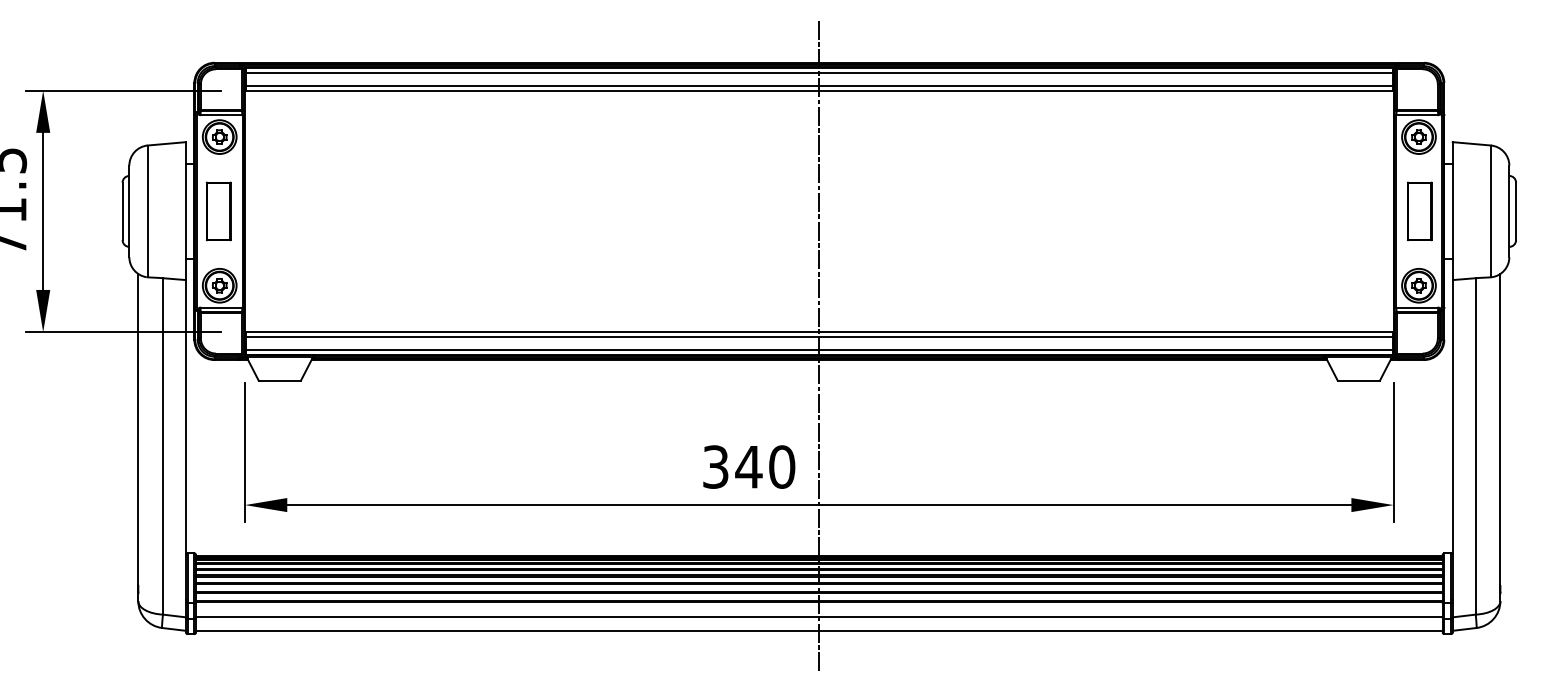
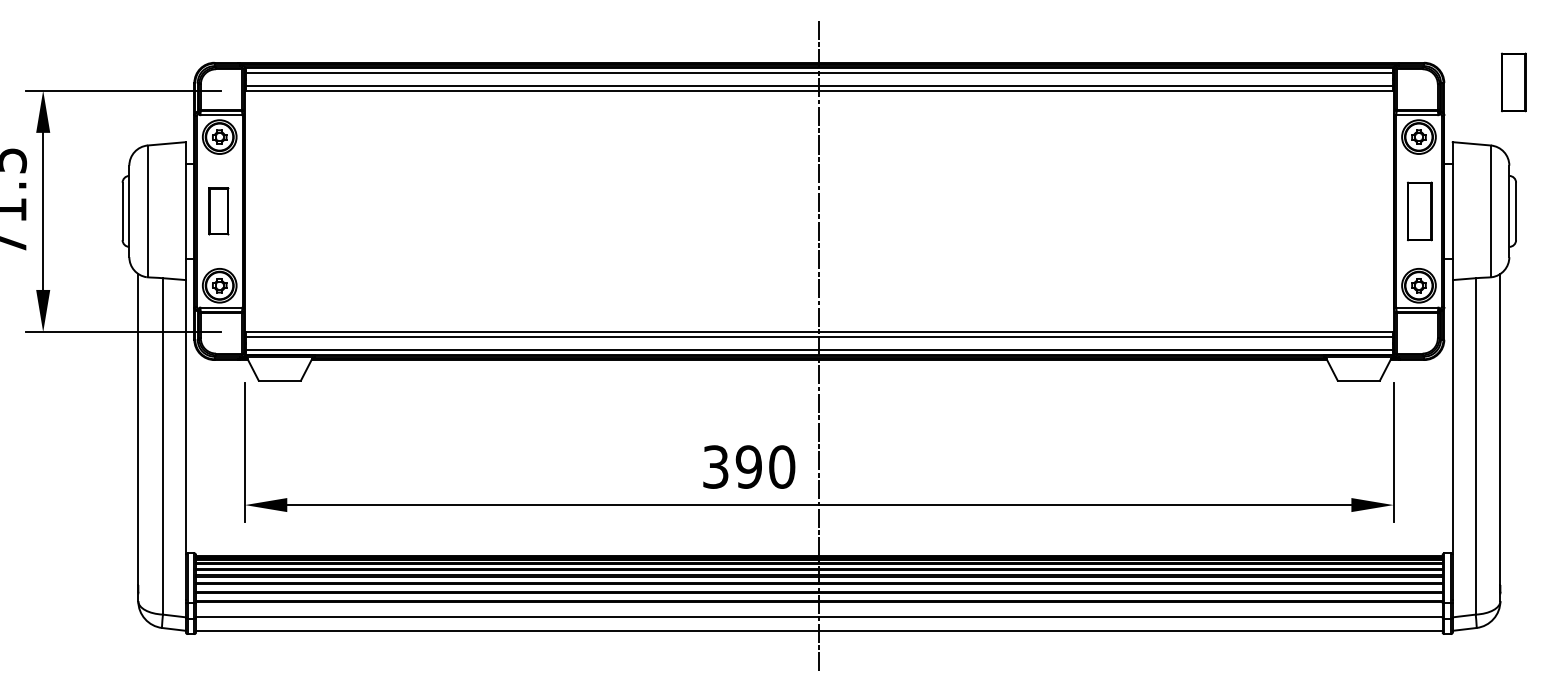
part at (1513, 82): none -> present
part at (218, 211) size: 26x61 px -> 22x49 px
text at (748, 466): 340 -> 390
